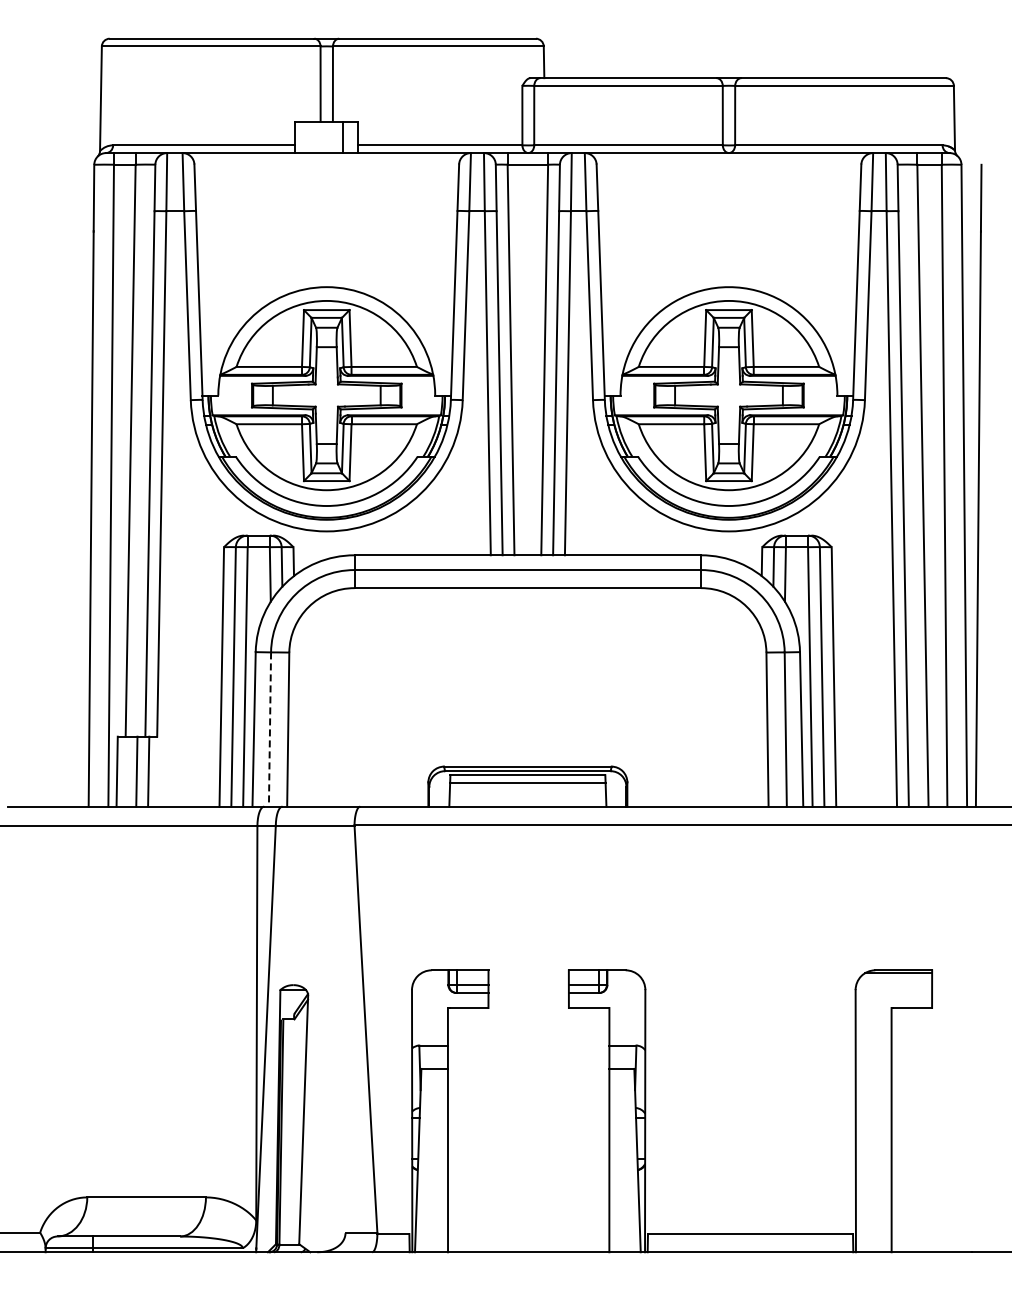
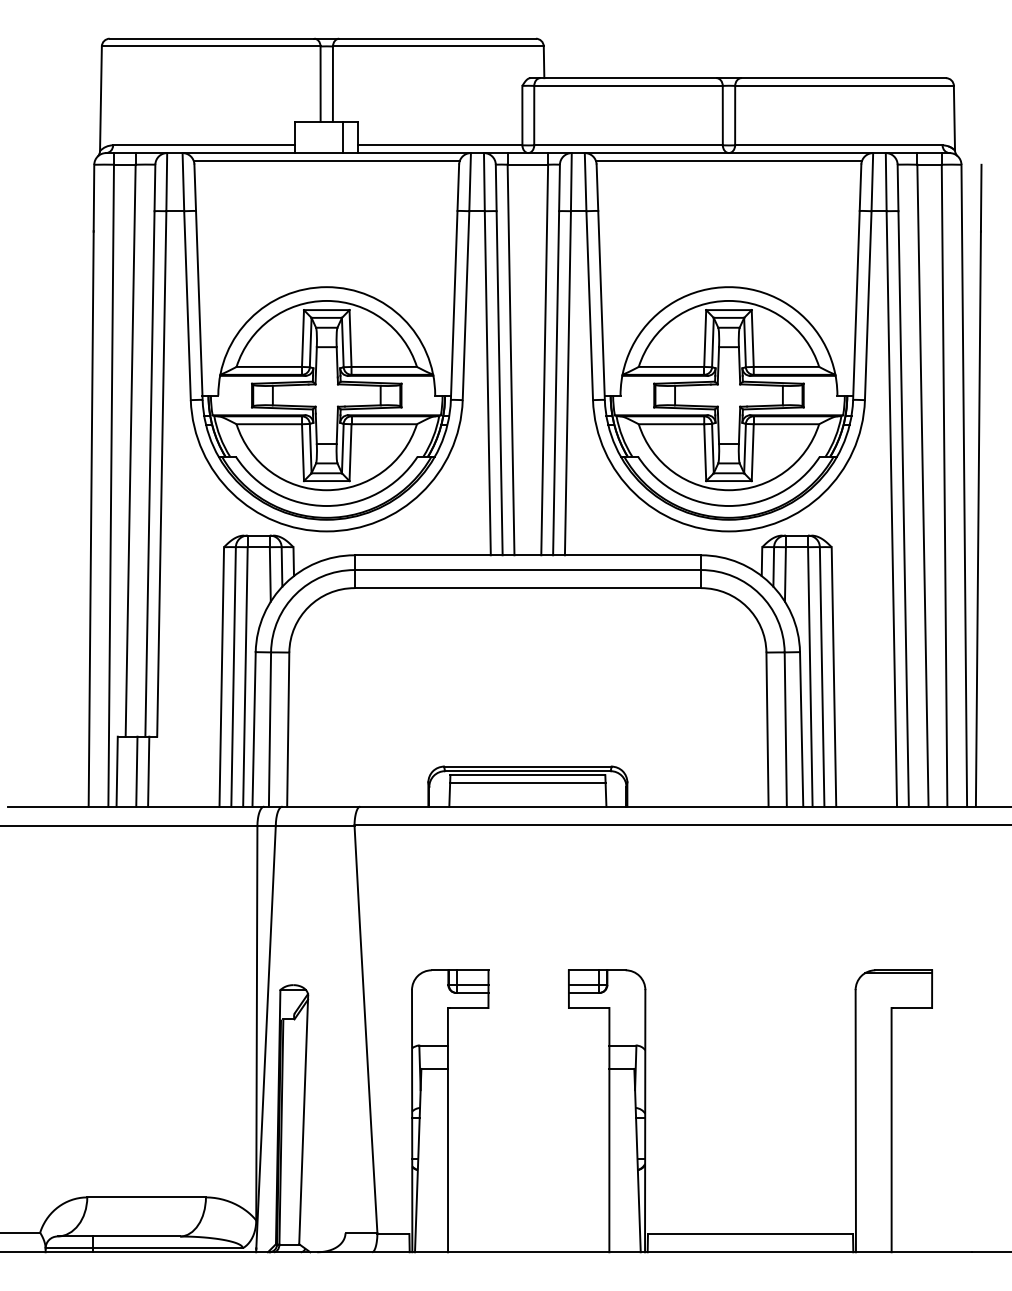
line at (326, 160): none -> present
line at (728, 160): none -> present
line at (269, 730): dashed -> solid
